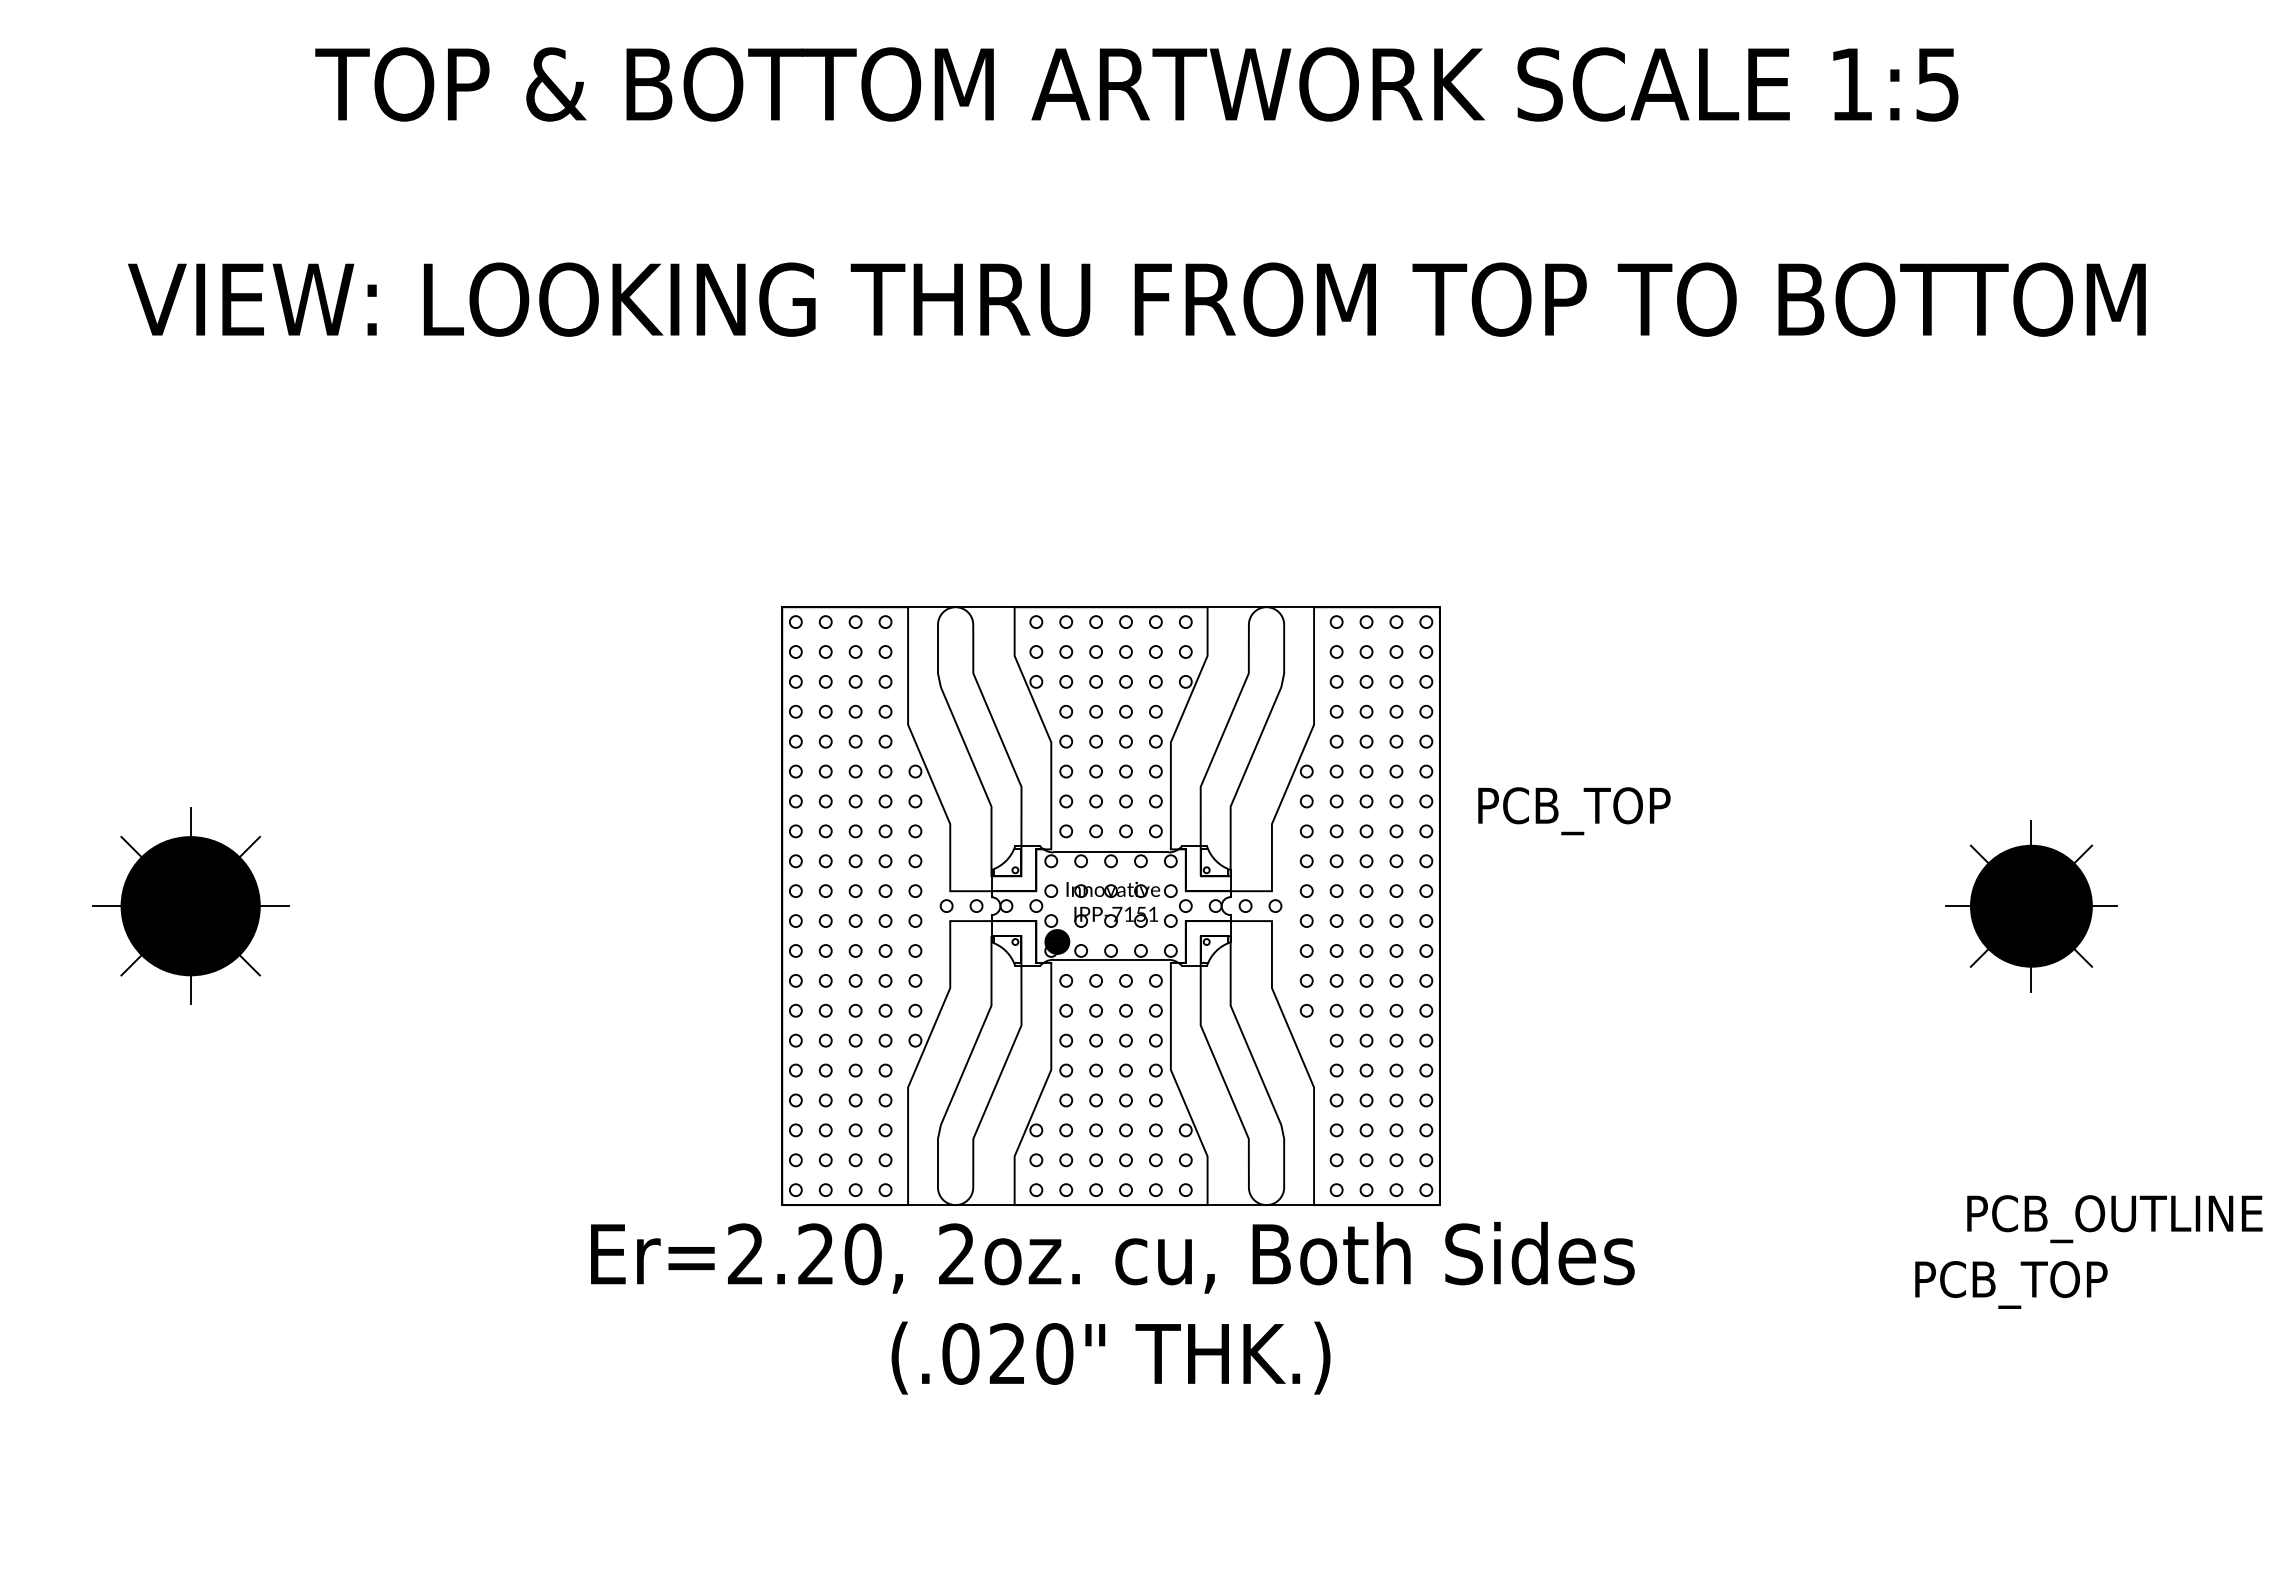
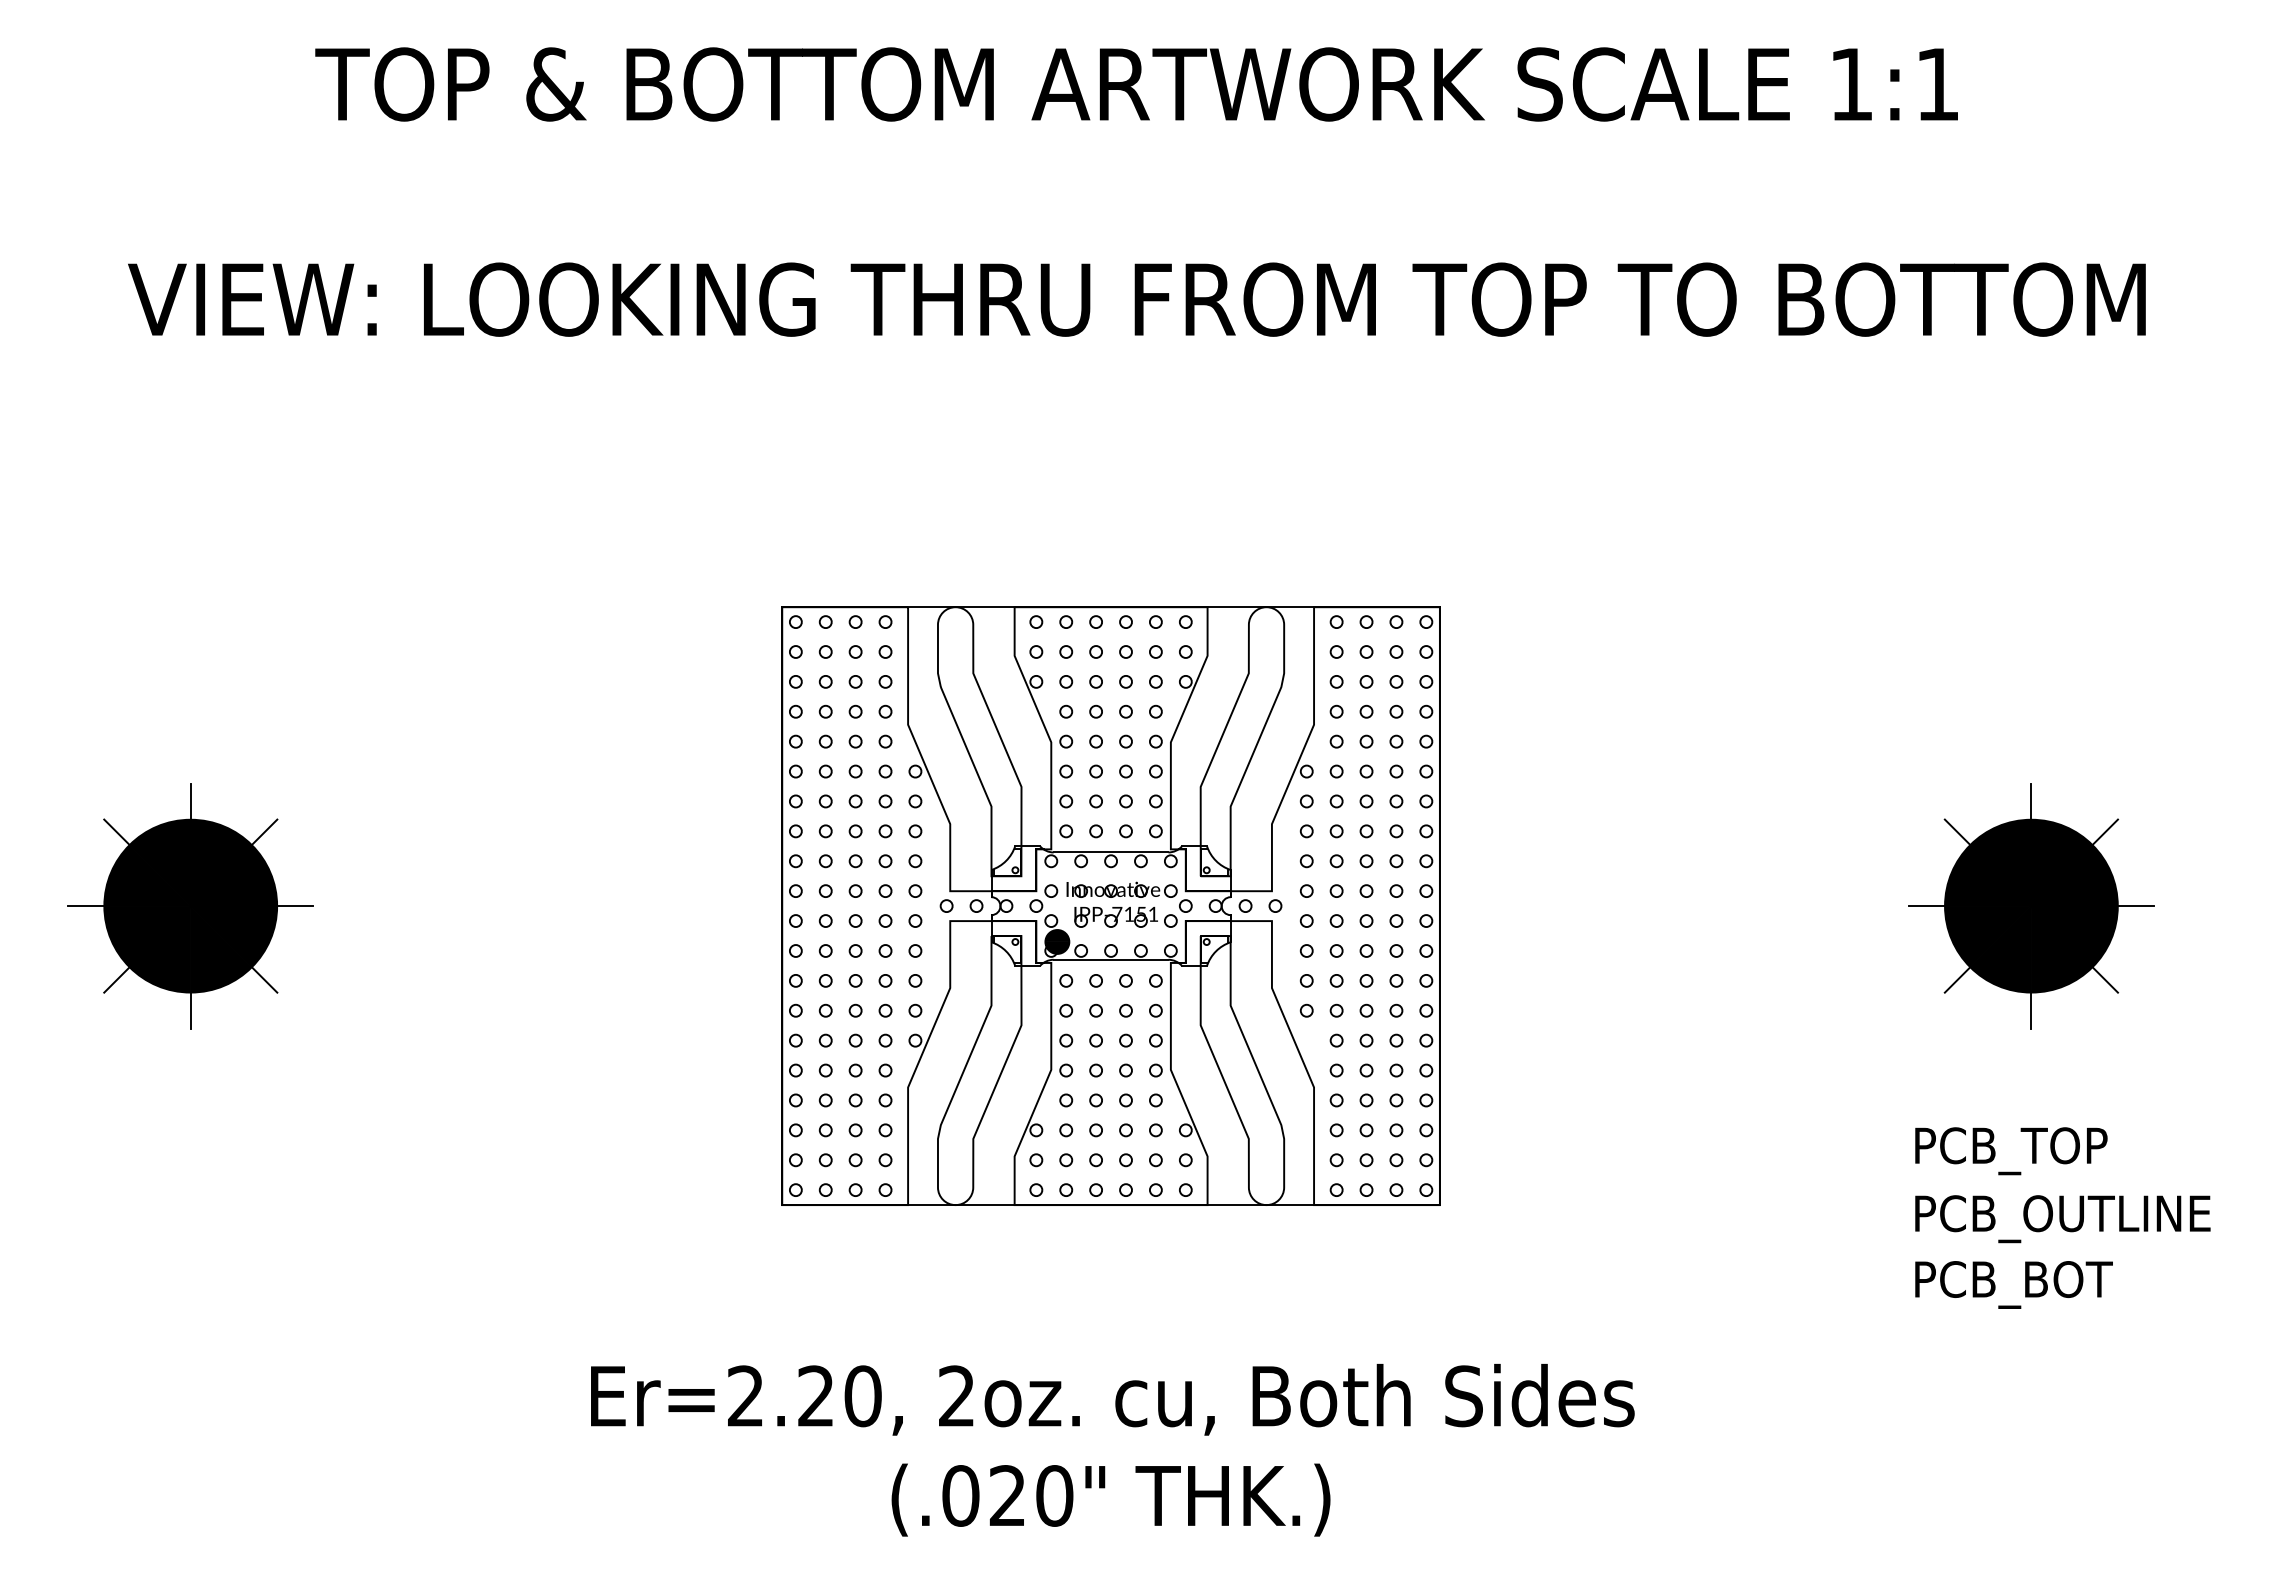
text at (1937, 84): 1:5 -> 1:1
text at (1574, 811) position: (1574, 811) -> (2011, 1151)
part at (190, 905) size: 198x198 px -> 247x247 px
part at (2031, 906) size: 173x173 px -> 247x247 px
text at (2114, 1219) position: (2114, 1219) -> (2062, 1219)
text at (2066, 1279): PCB_TOP -> PCB_BOT
text at (1112, 1308) position: (1112, 1308) -> (1112, 1450)
